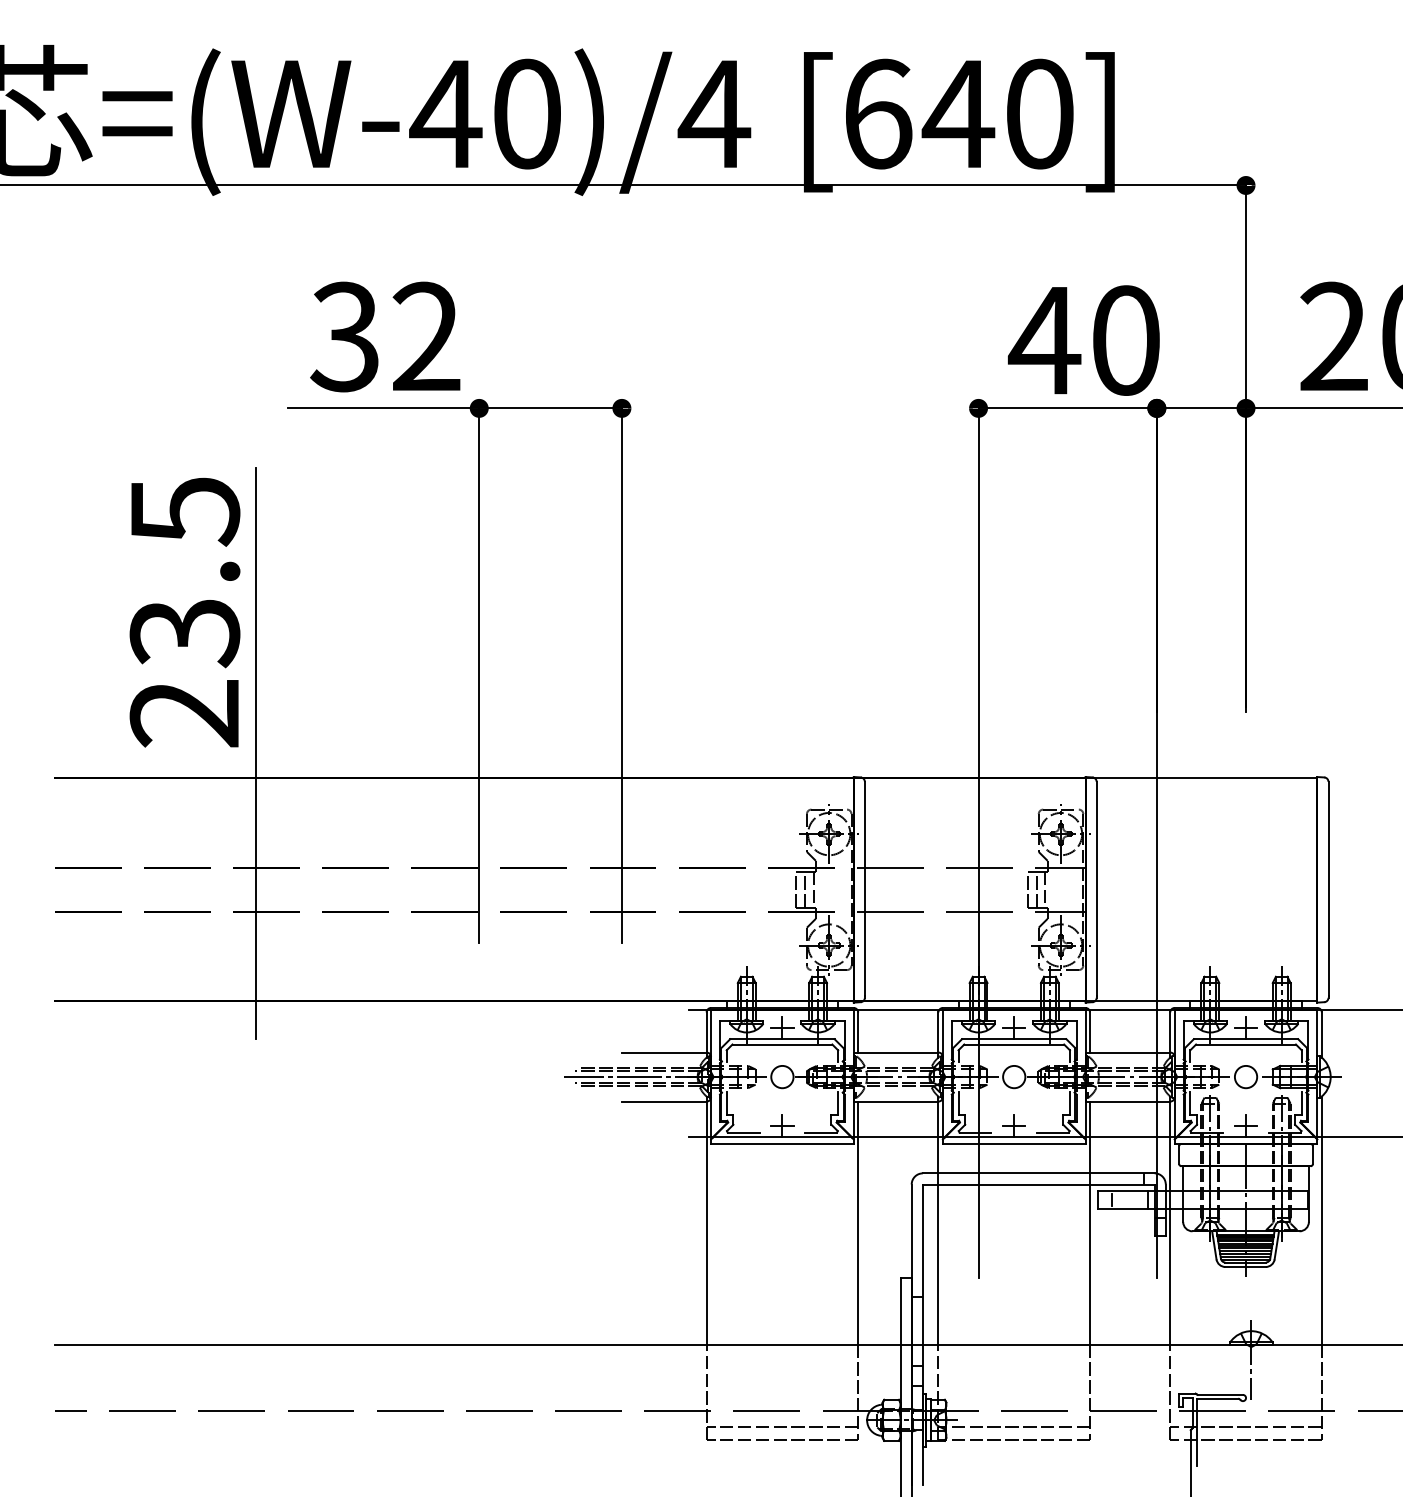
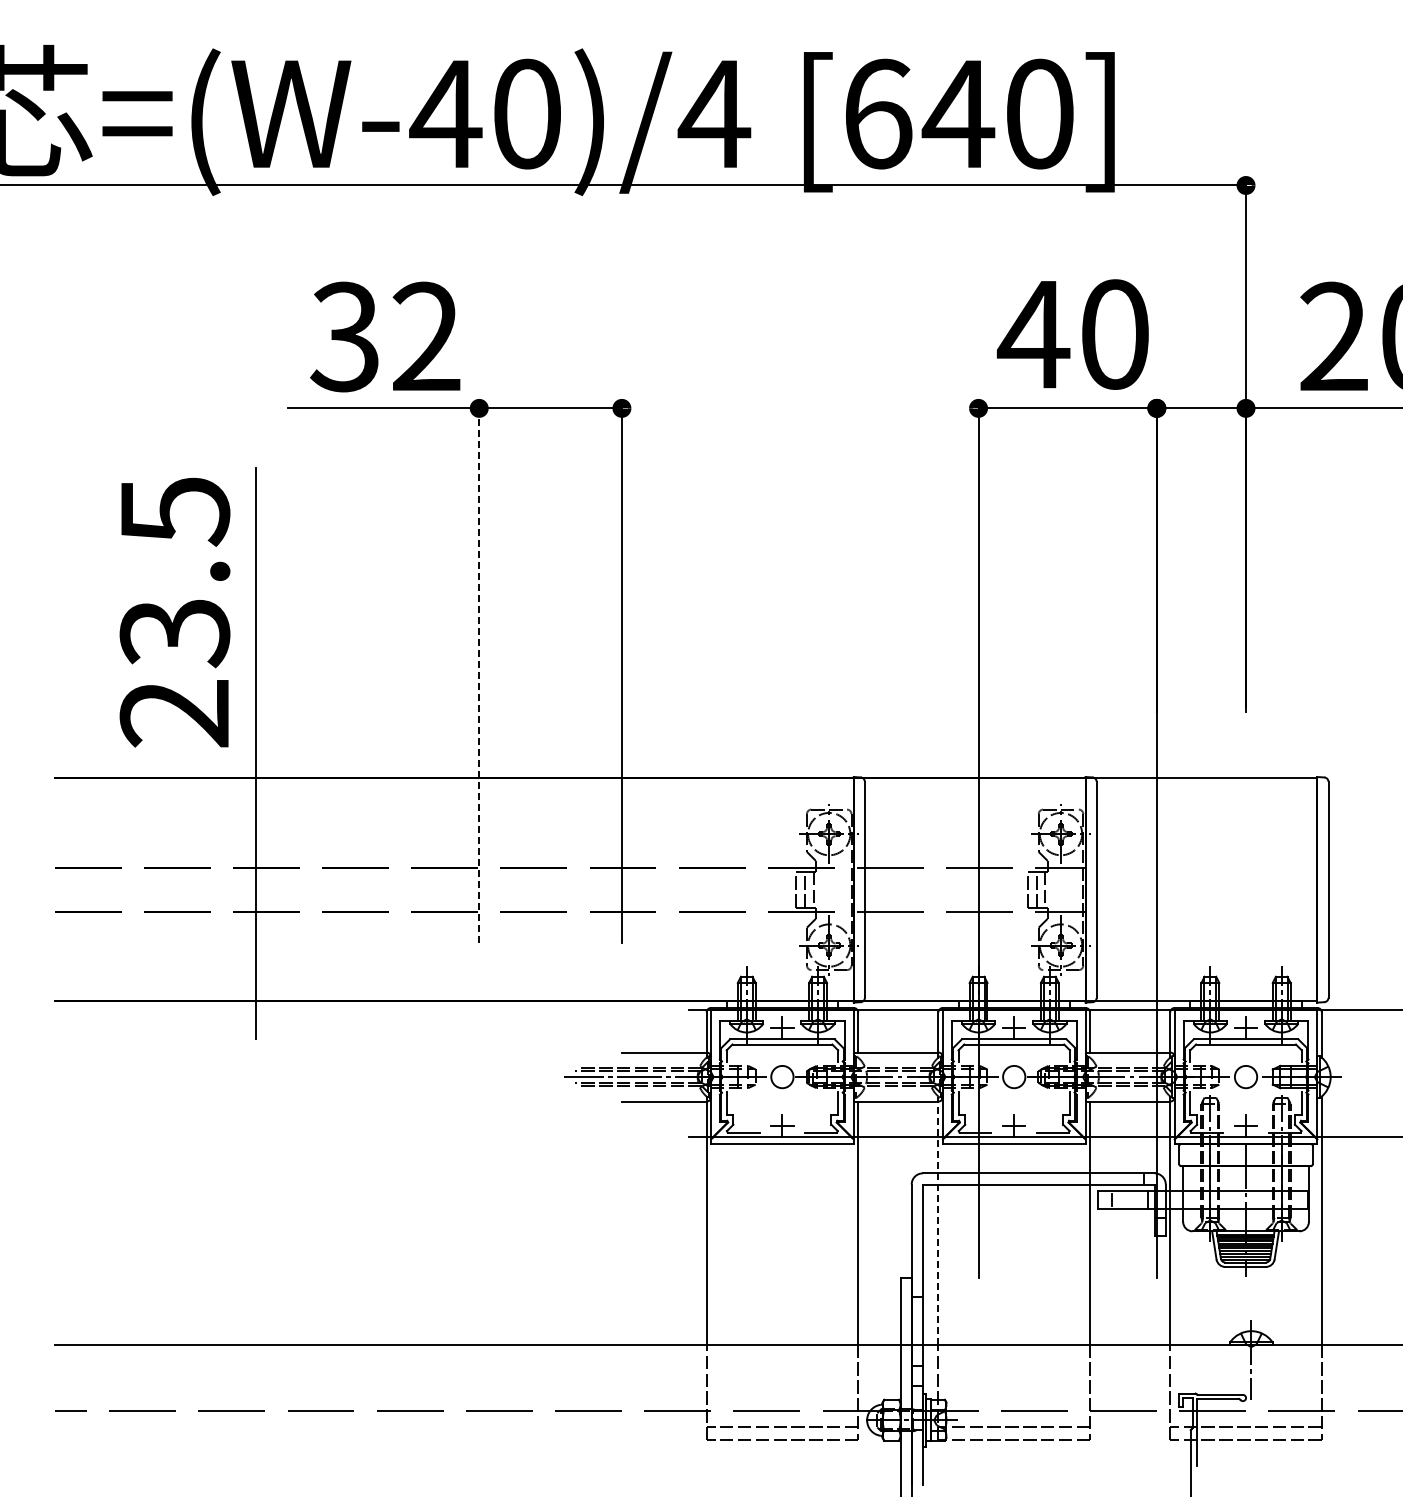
text at (1083, 340) position: (1083, 340) -> (1072, 334)
text at (184, 612) position: (184, 612) -> (174, 612)
line at (479, 673): solid -> dashed
line at (938, 1220): solid -> dashed
